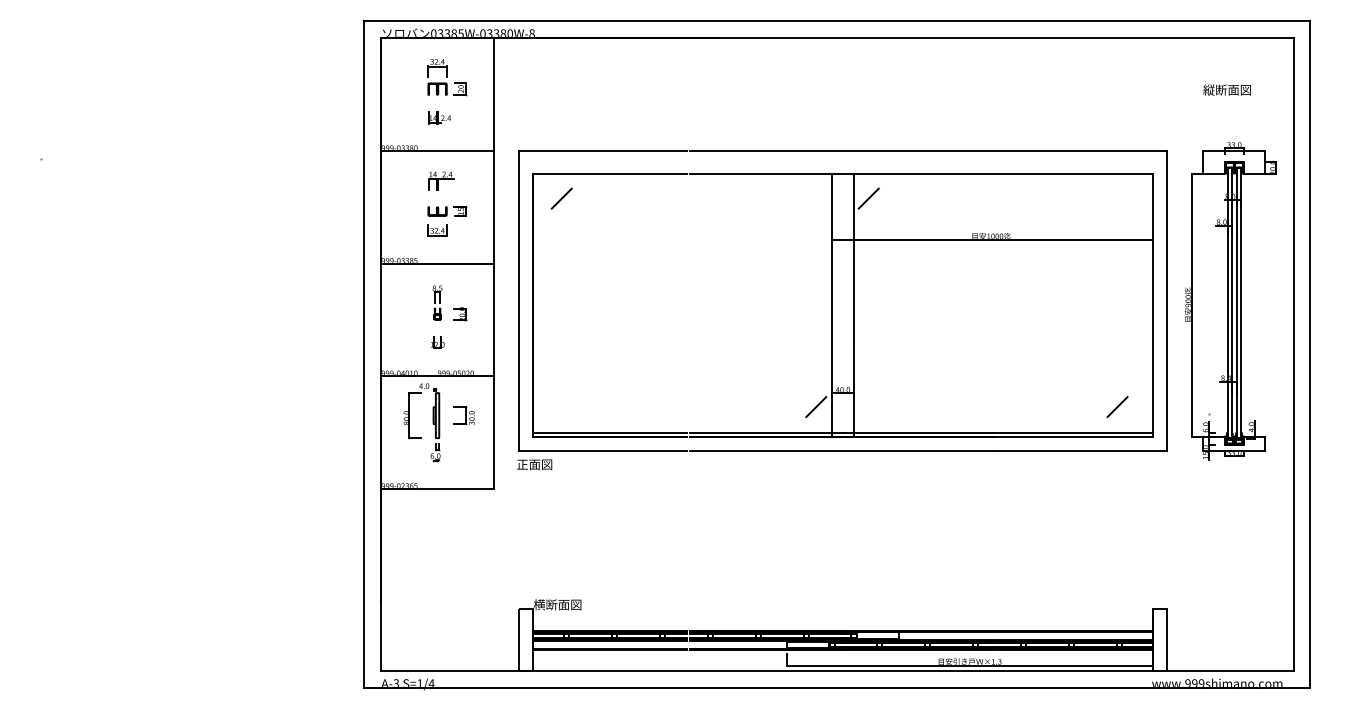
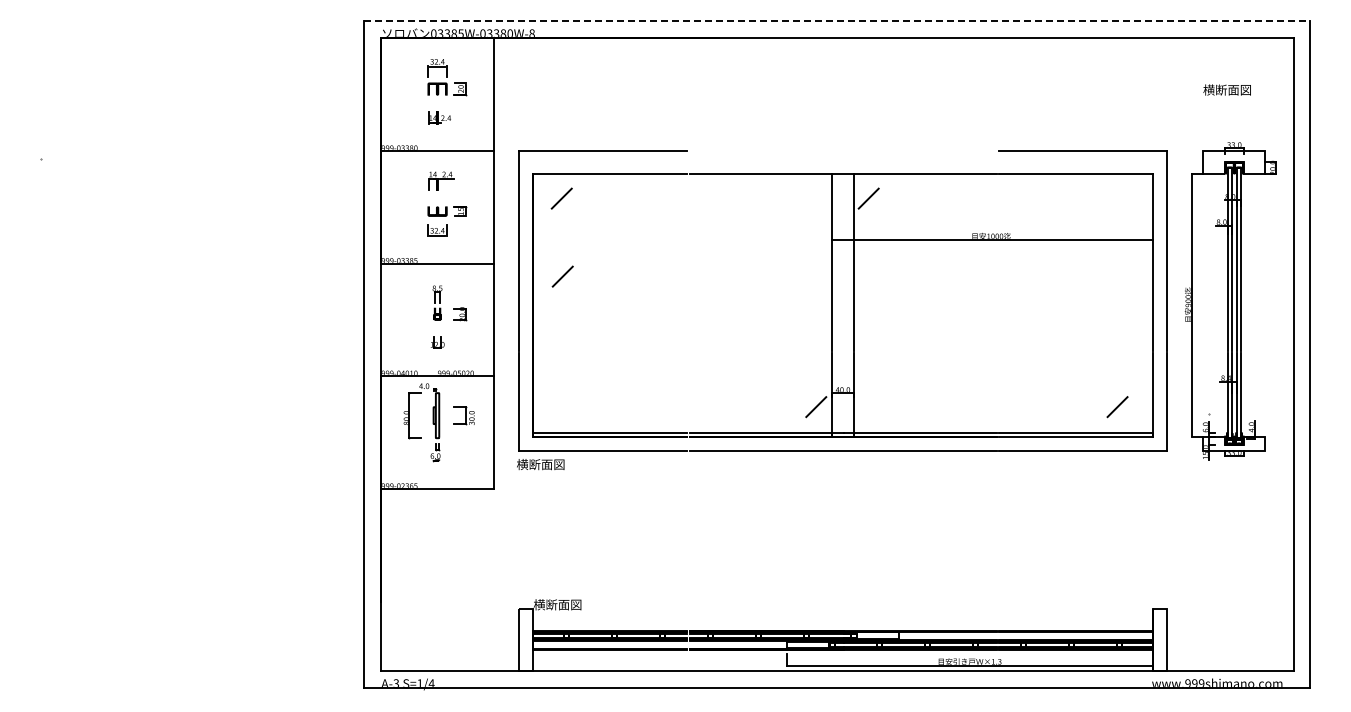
line at (837, 21): solid -> dashed
text at (1208, 89): 縦断面図 -> 横断面図
line at (842, 151): present -> none
line at (562, 276): none -> present
text at (540, 464): 正面図 -> 横断面図
